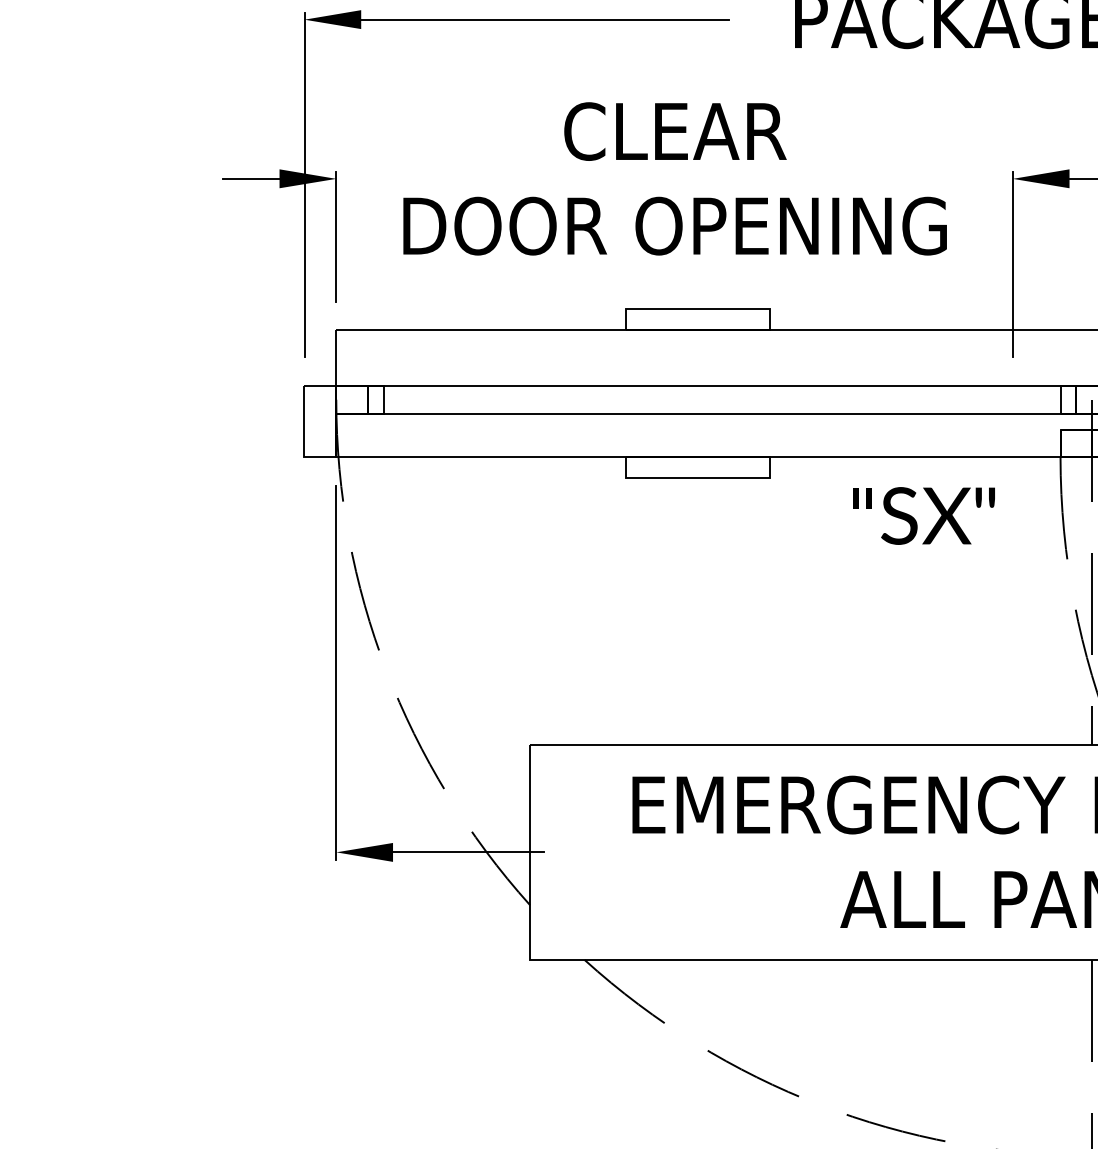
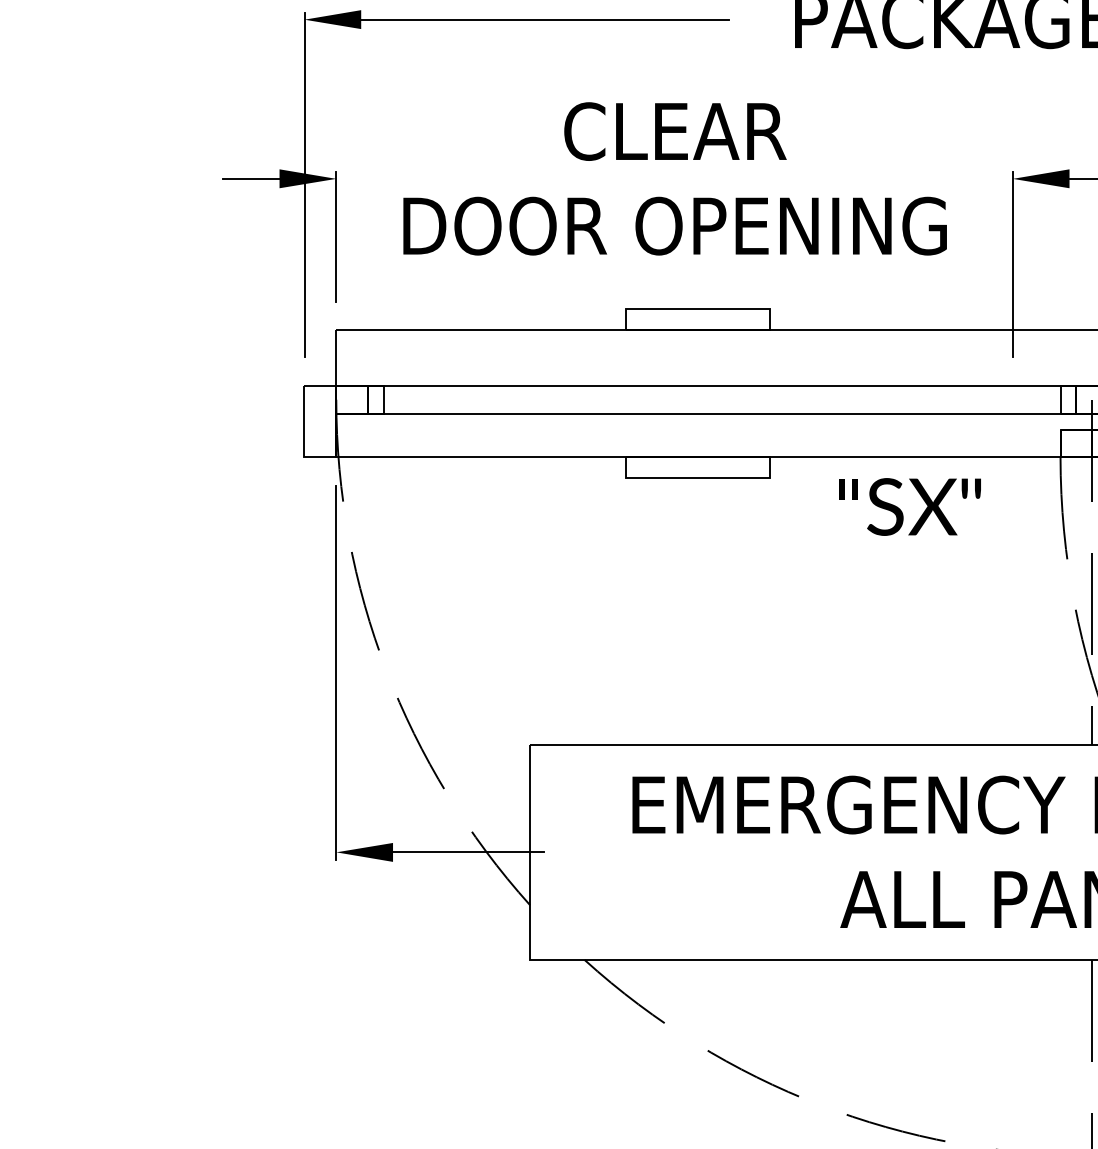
text at (923, 515) position: (923, 515) -> (909, 506)
